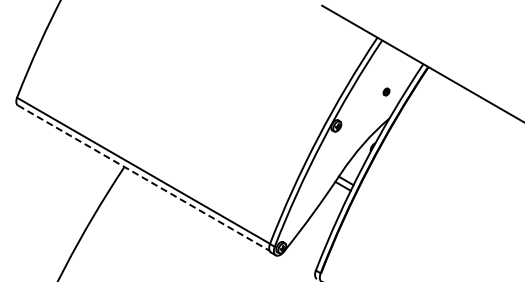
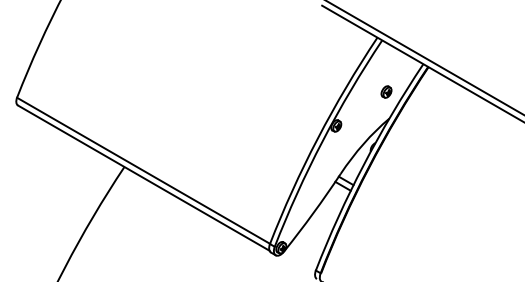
line at (425, 57): none -> present
part at (386, 91) size: 9x10 px -> 13x14 px
line at (144, 178): dashed -> solid
